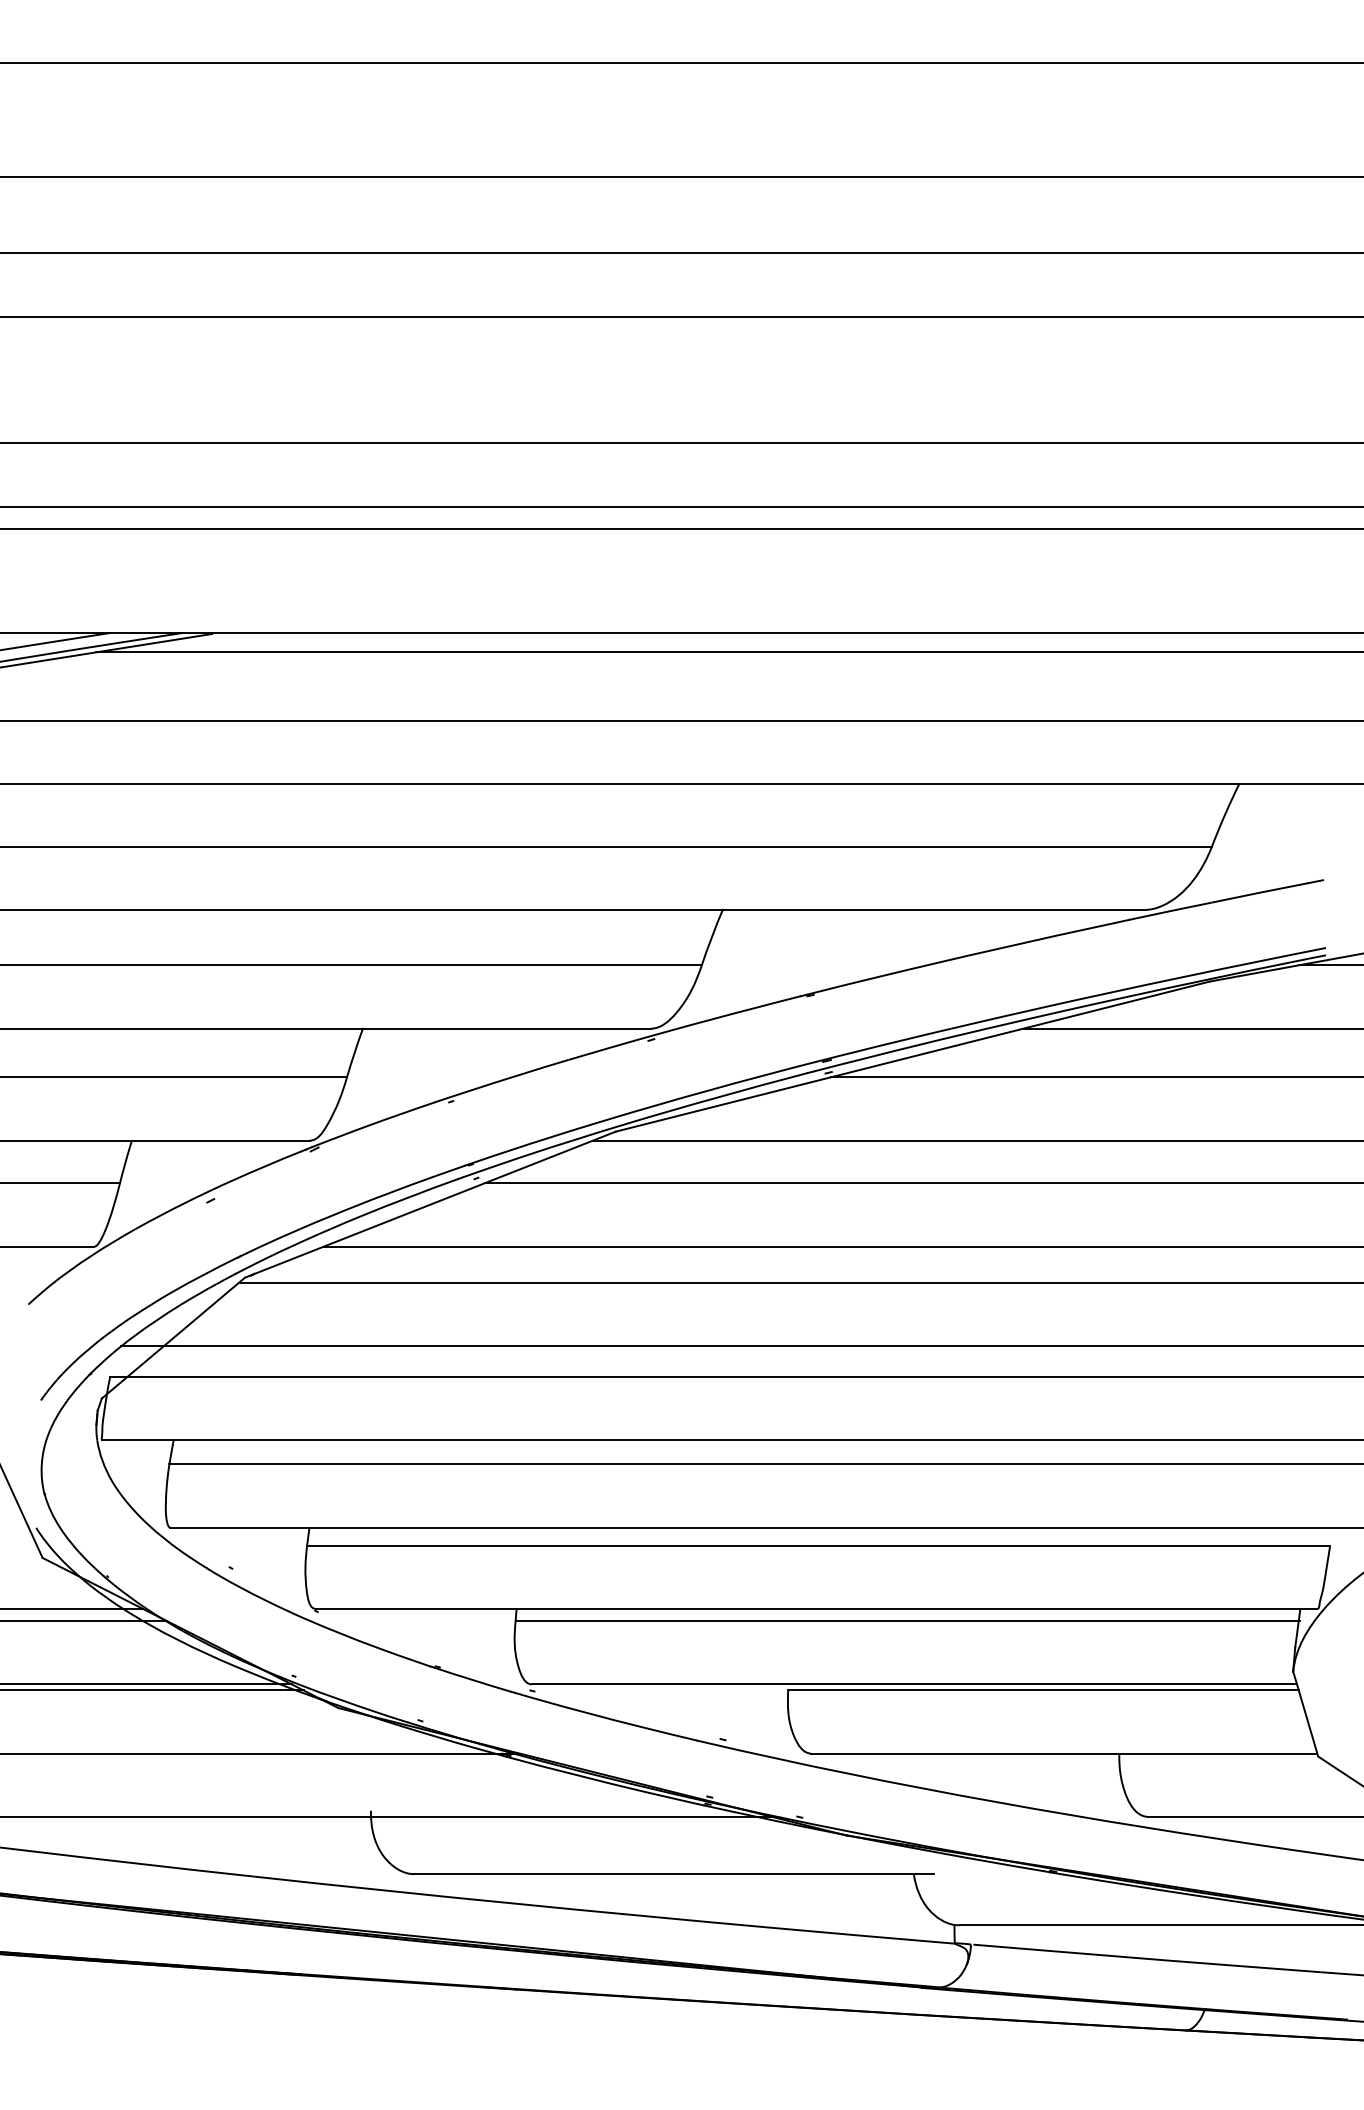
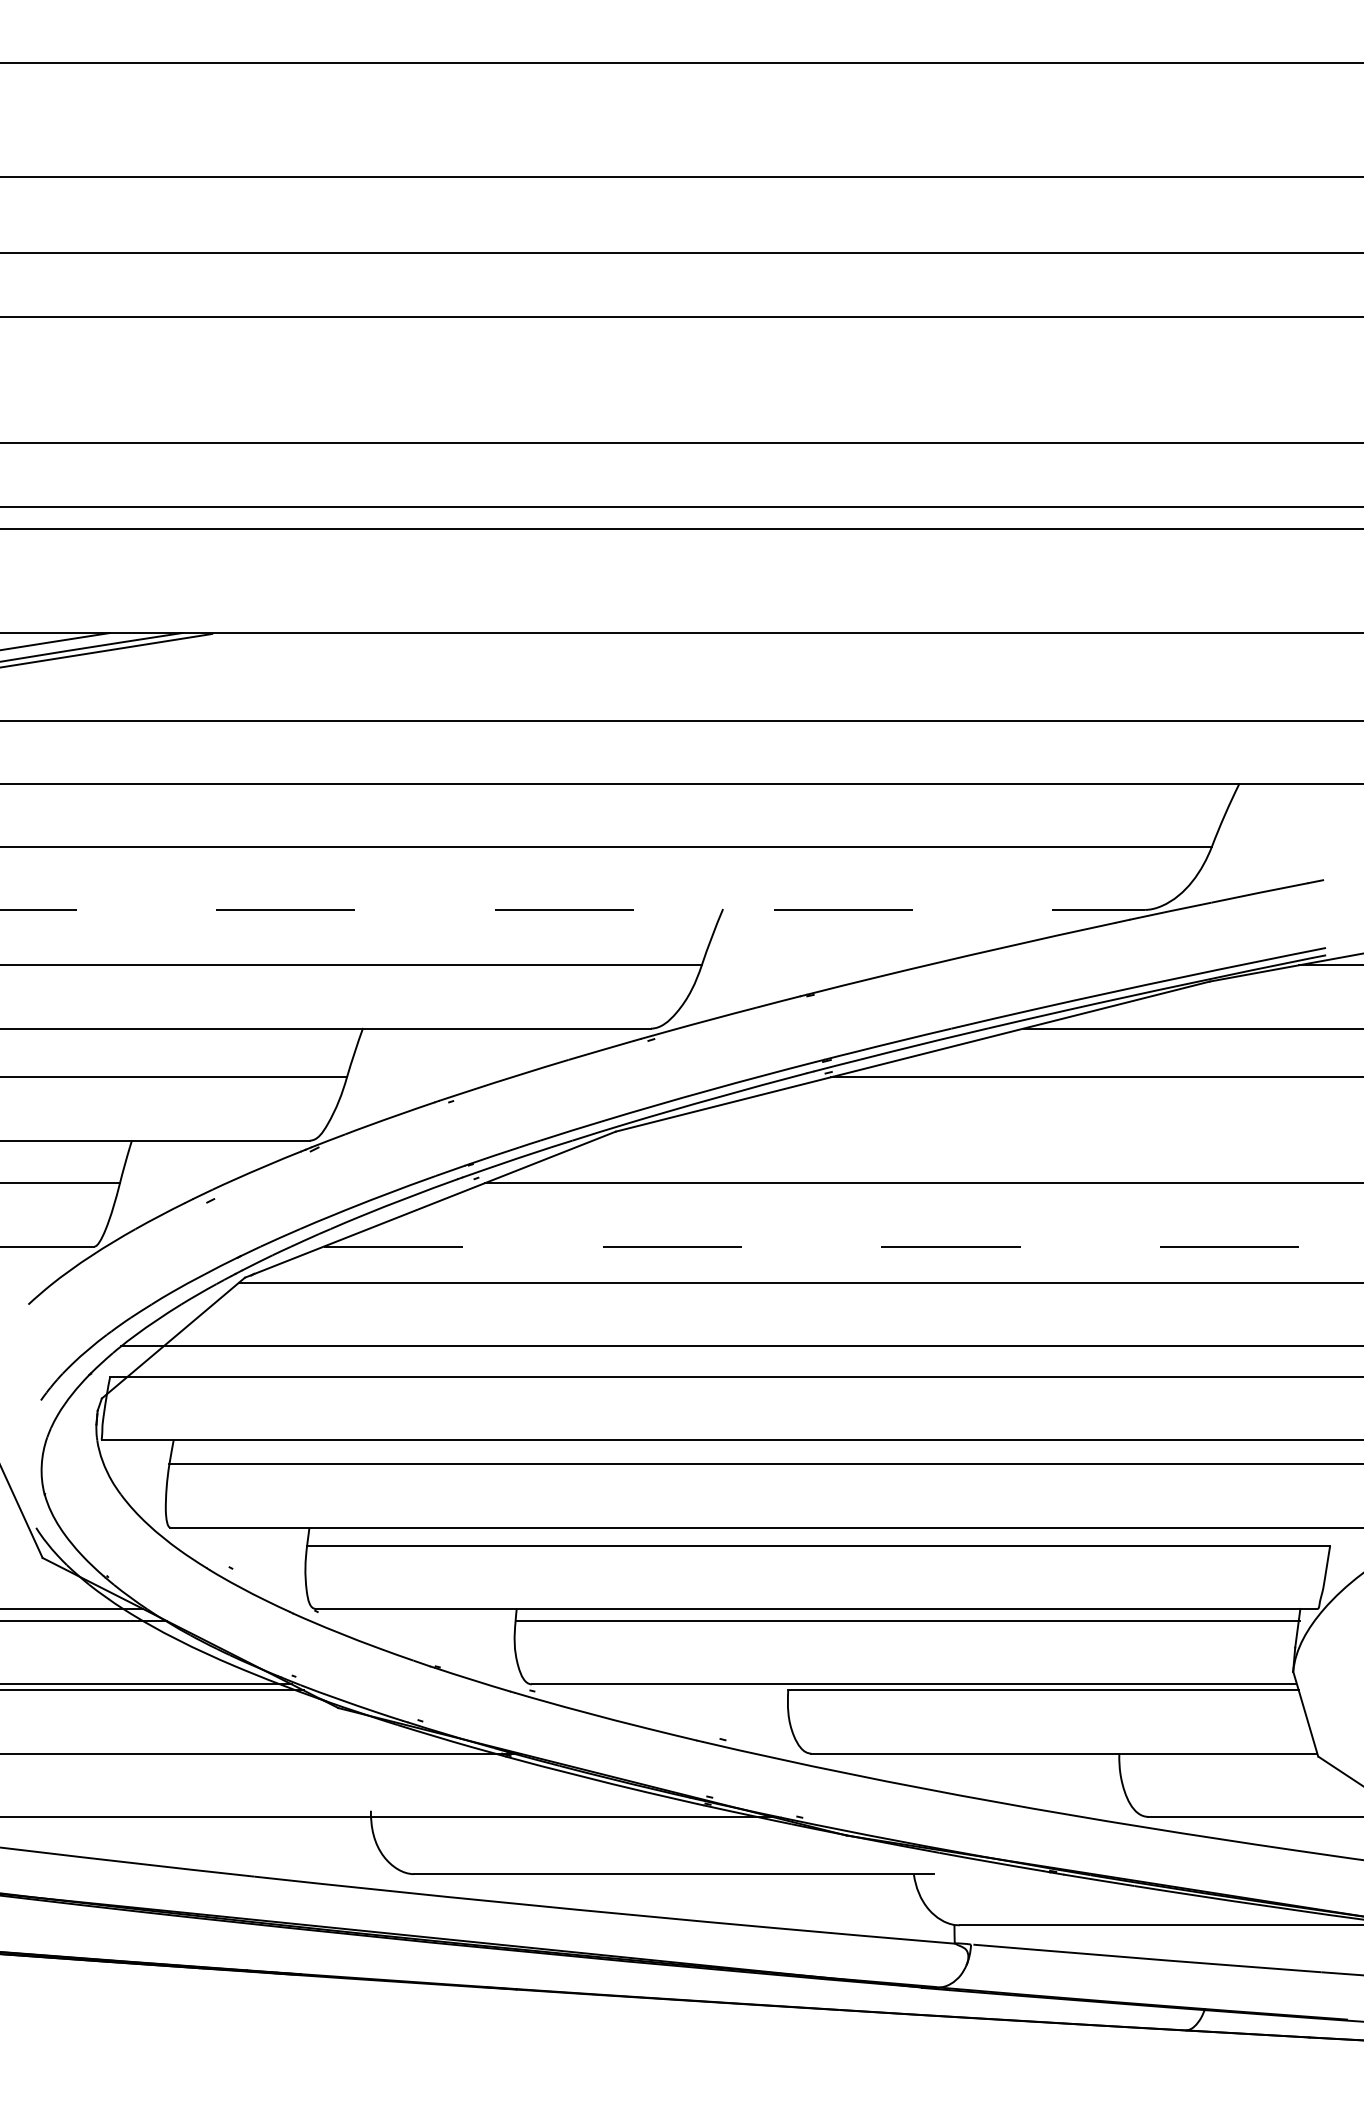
line at (728, 652): present -> none
line at (573, 909): solid -> dashed
line at (976, 1140): present -> none
line at (843, 1246): solid -> dashed
